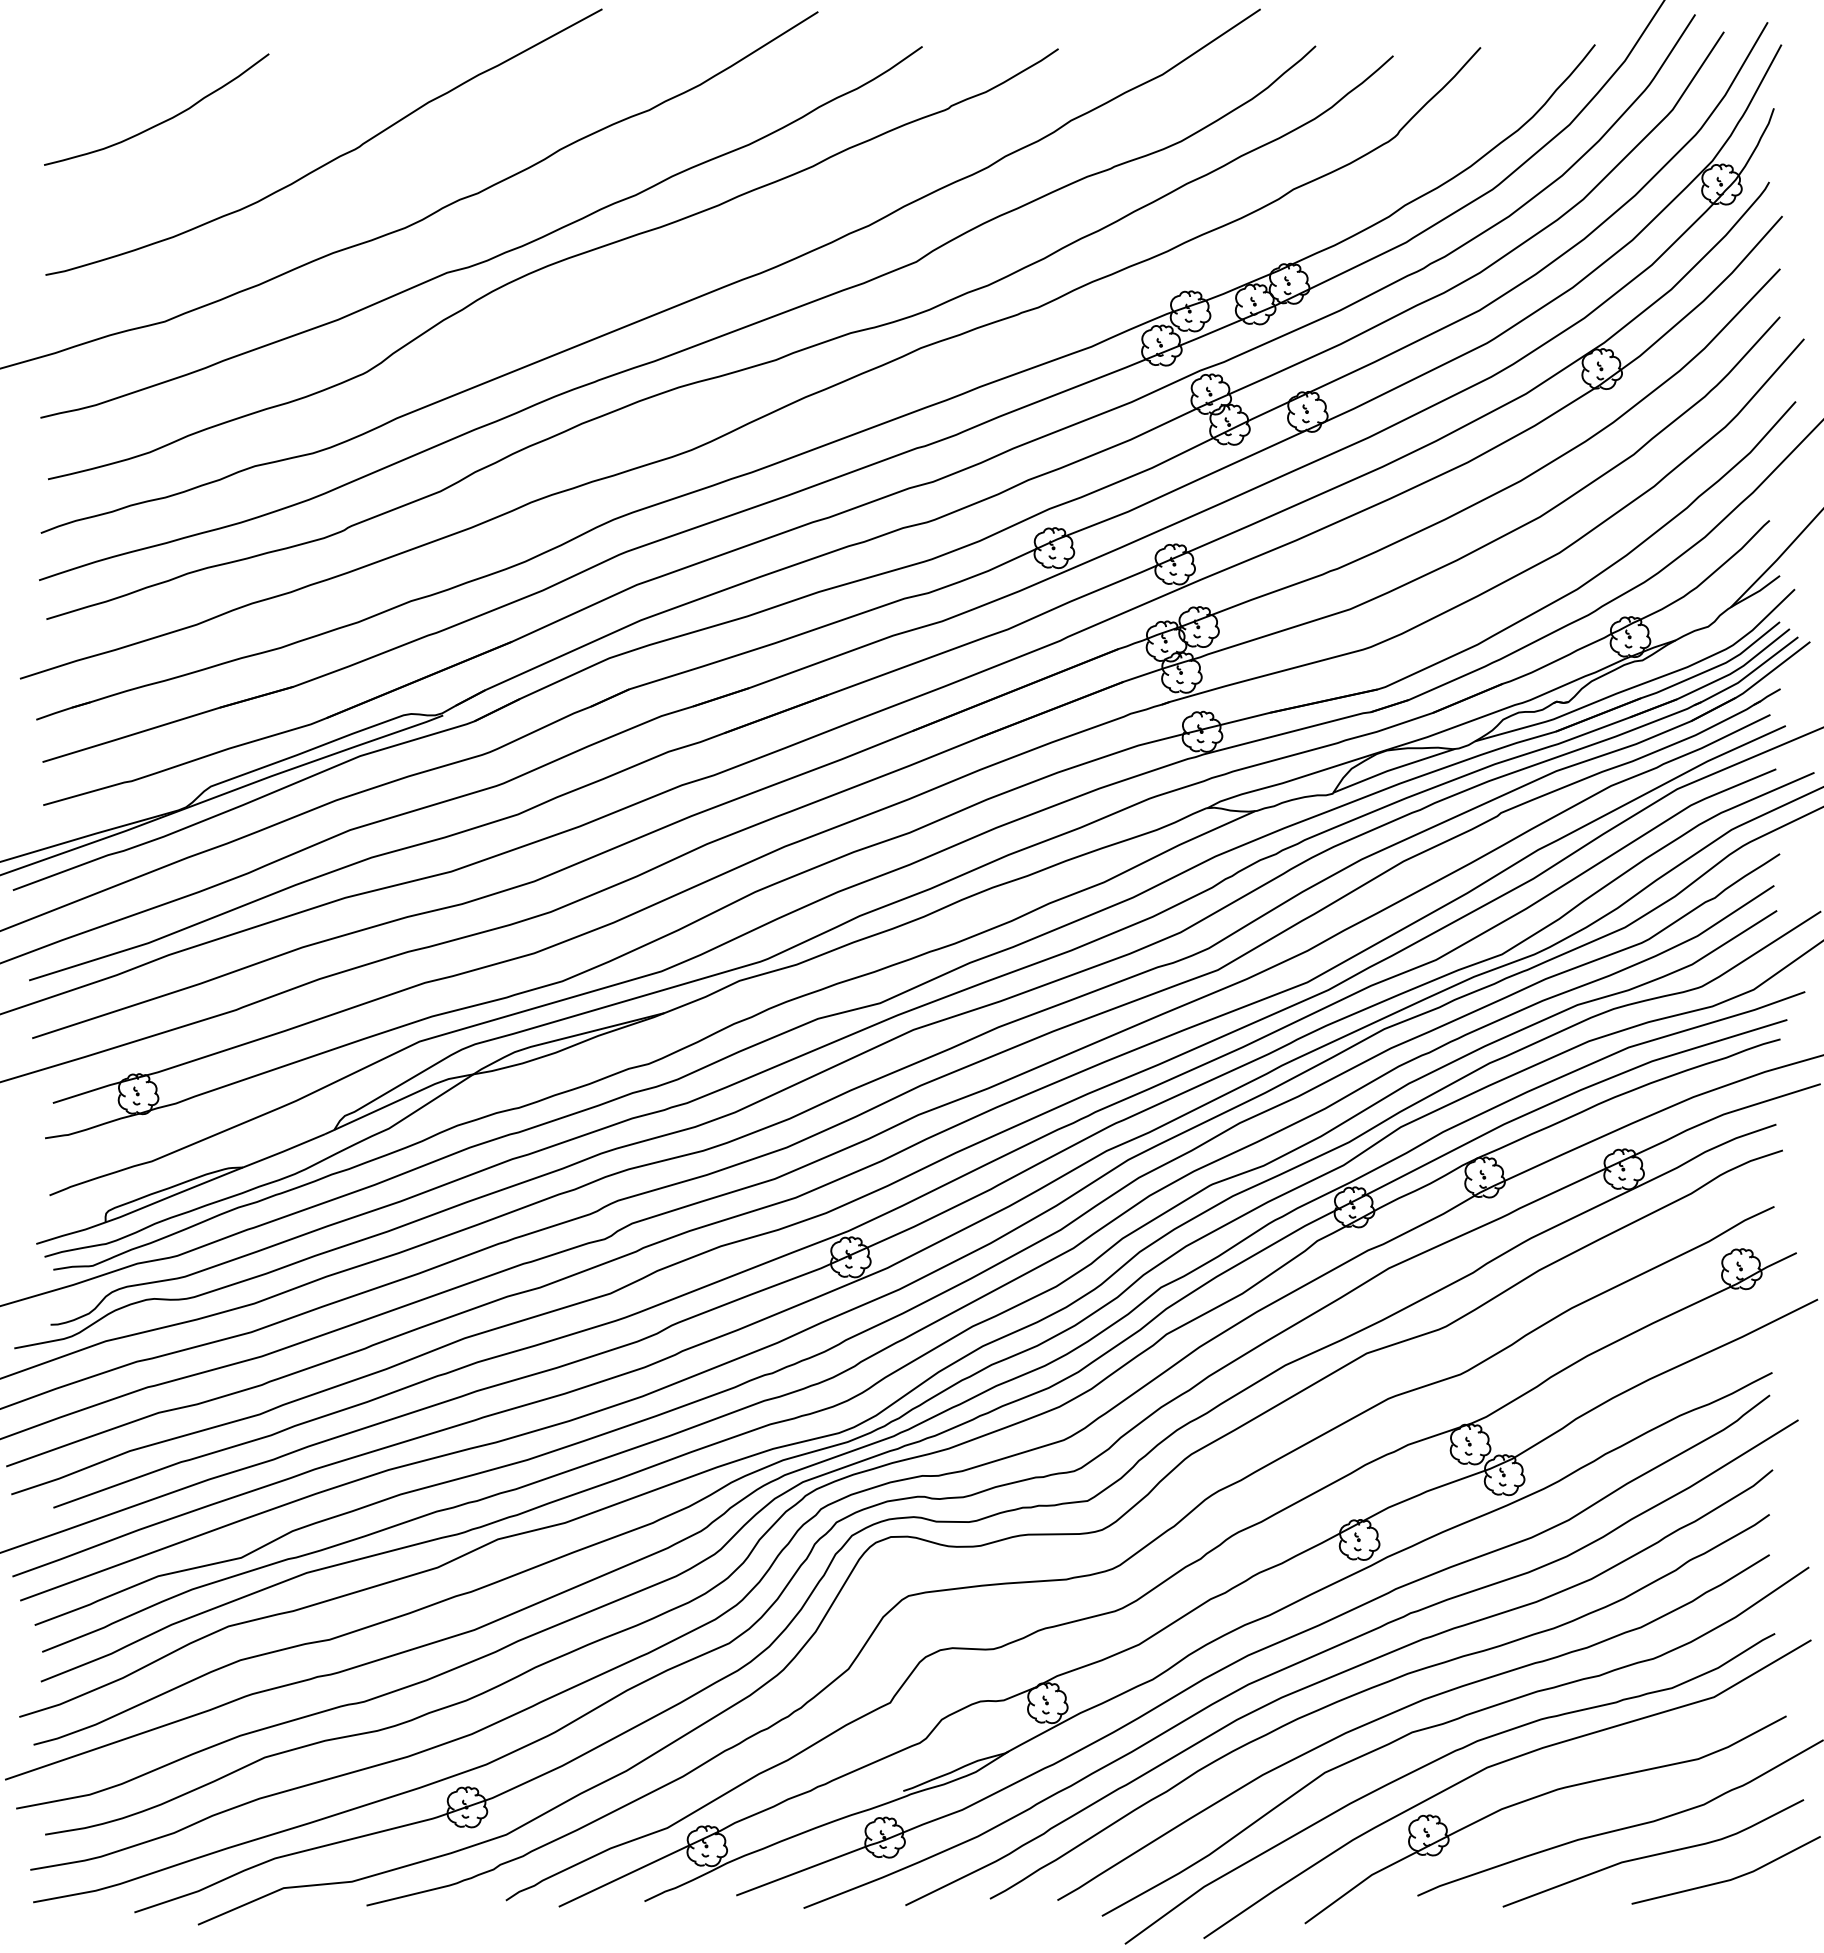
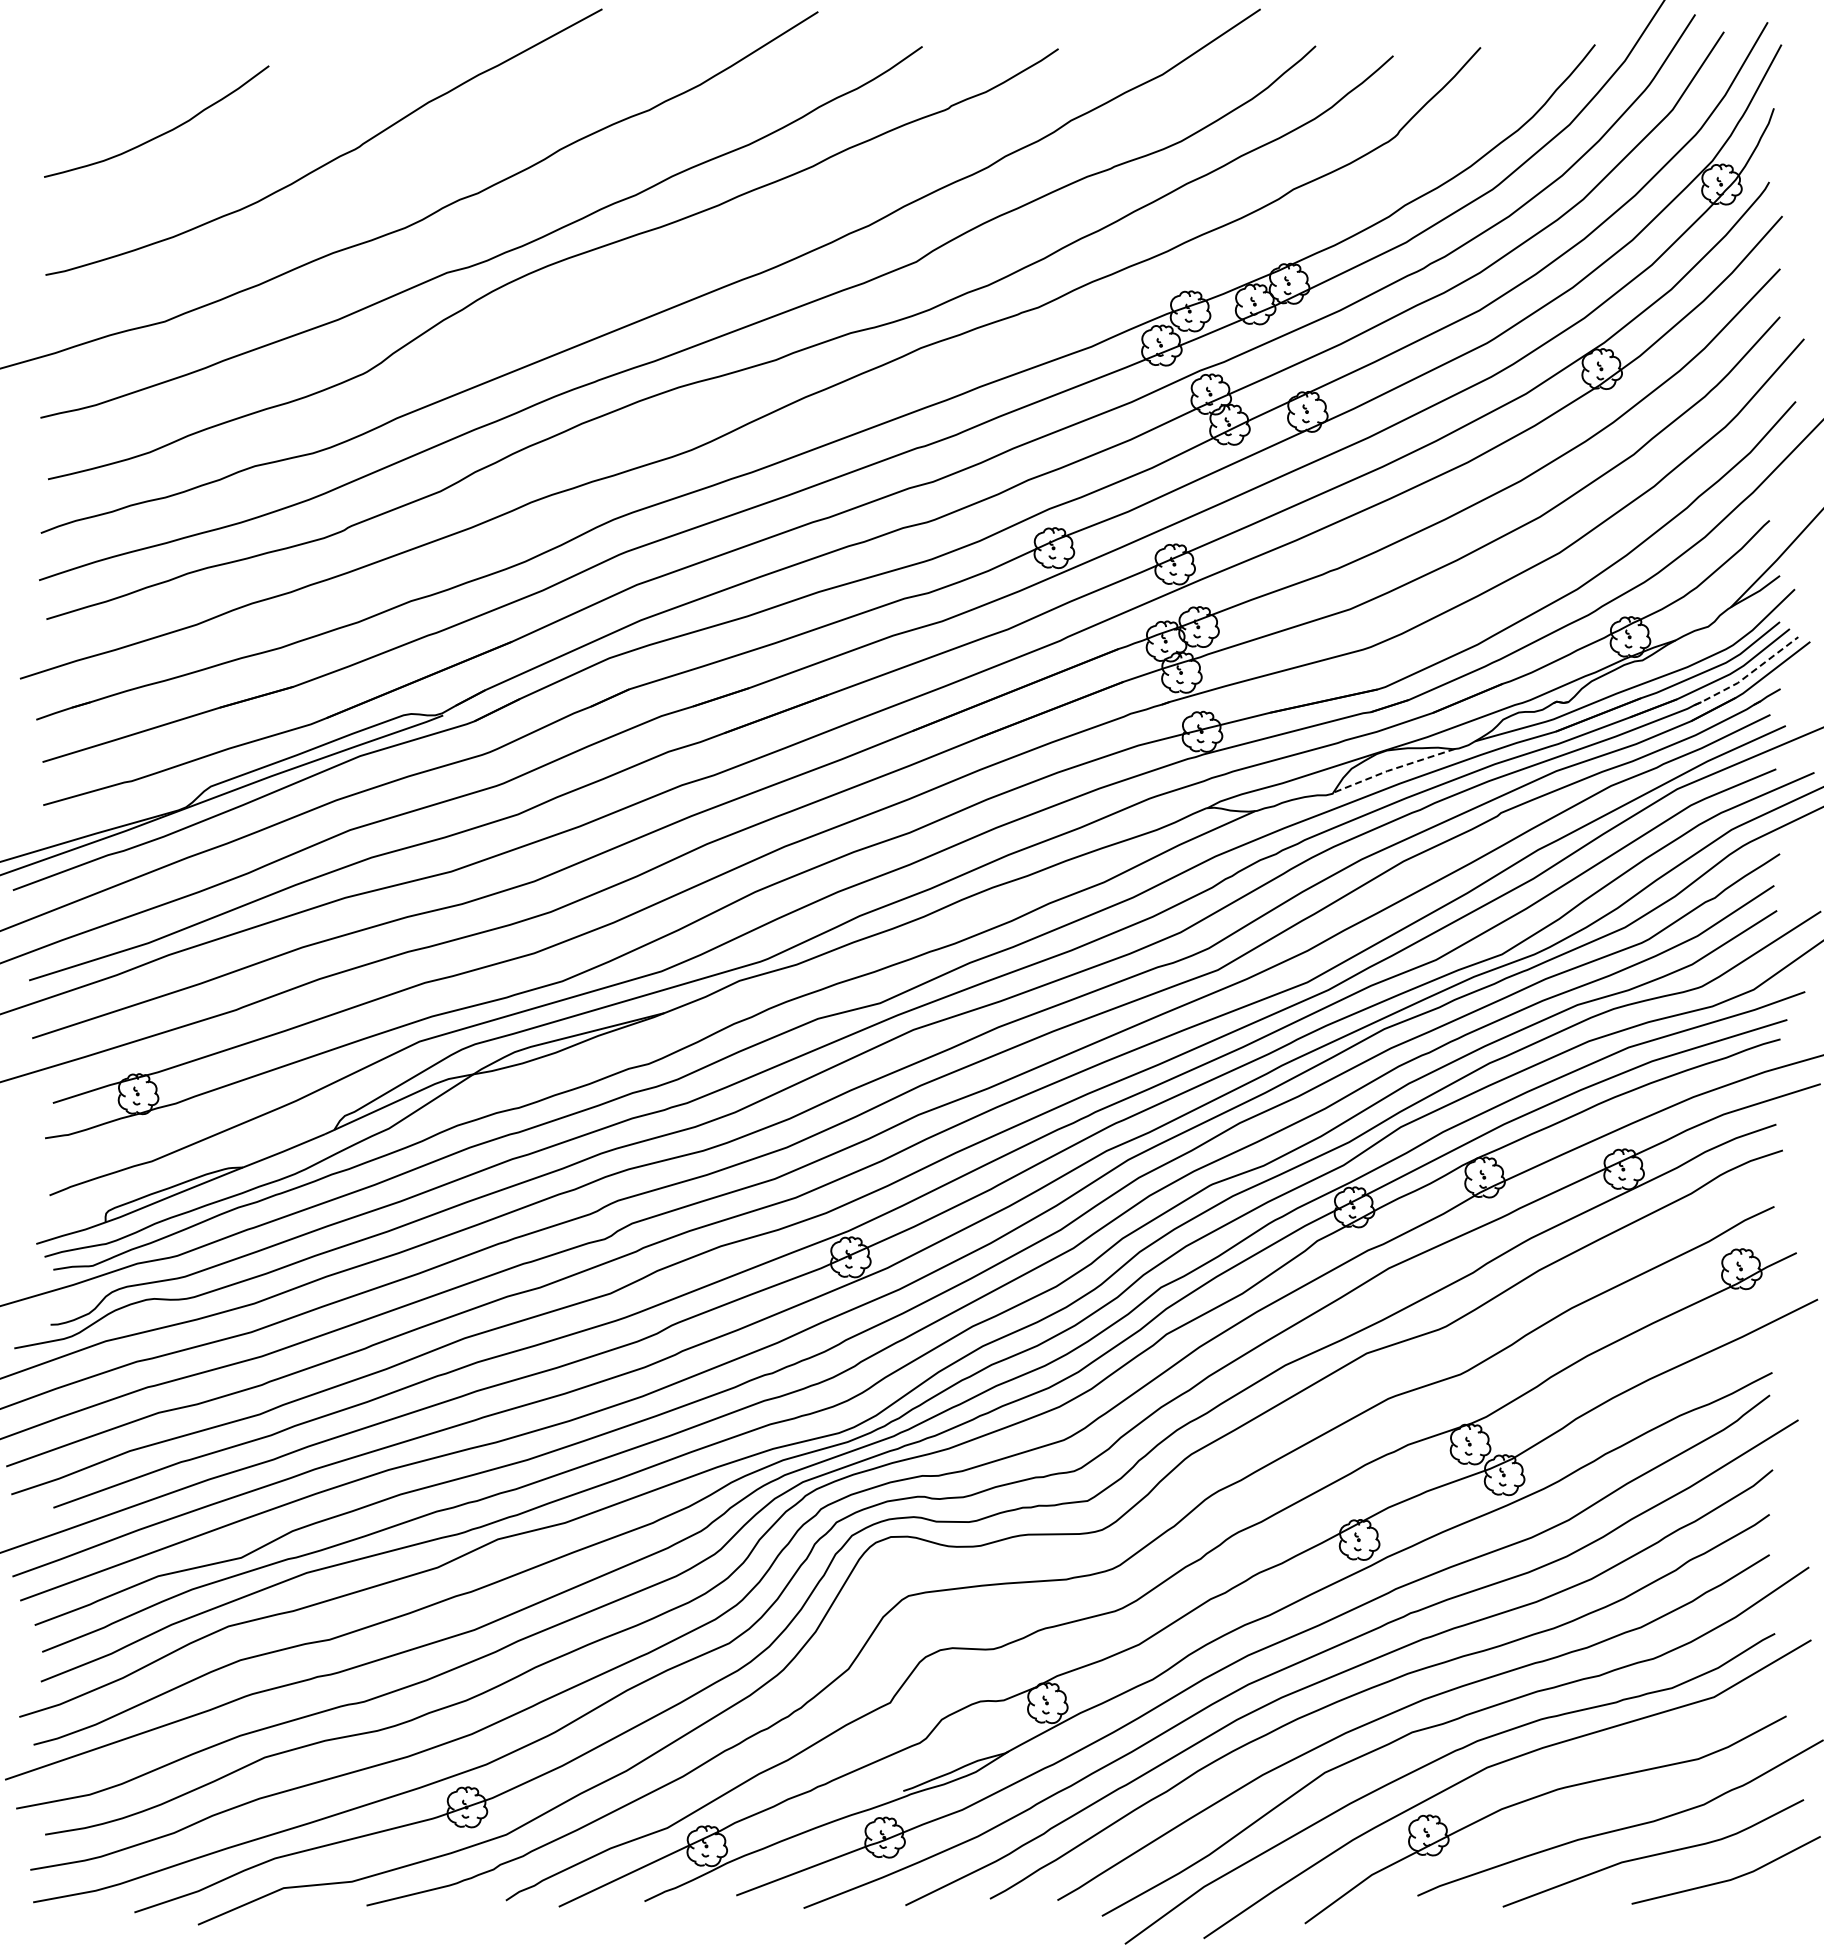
curve at (162, 121) position: (162, 121) -> (162, 133)
line at (1747, 675): solid -> dashed
line at (1393, 769): solid -> dashed
